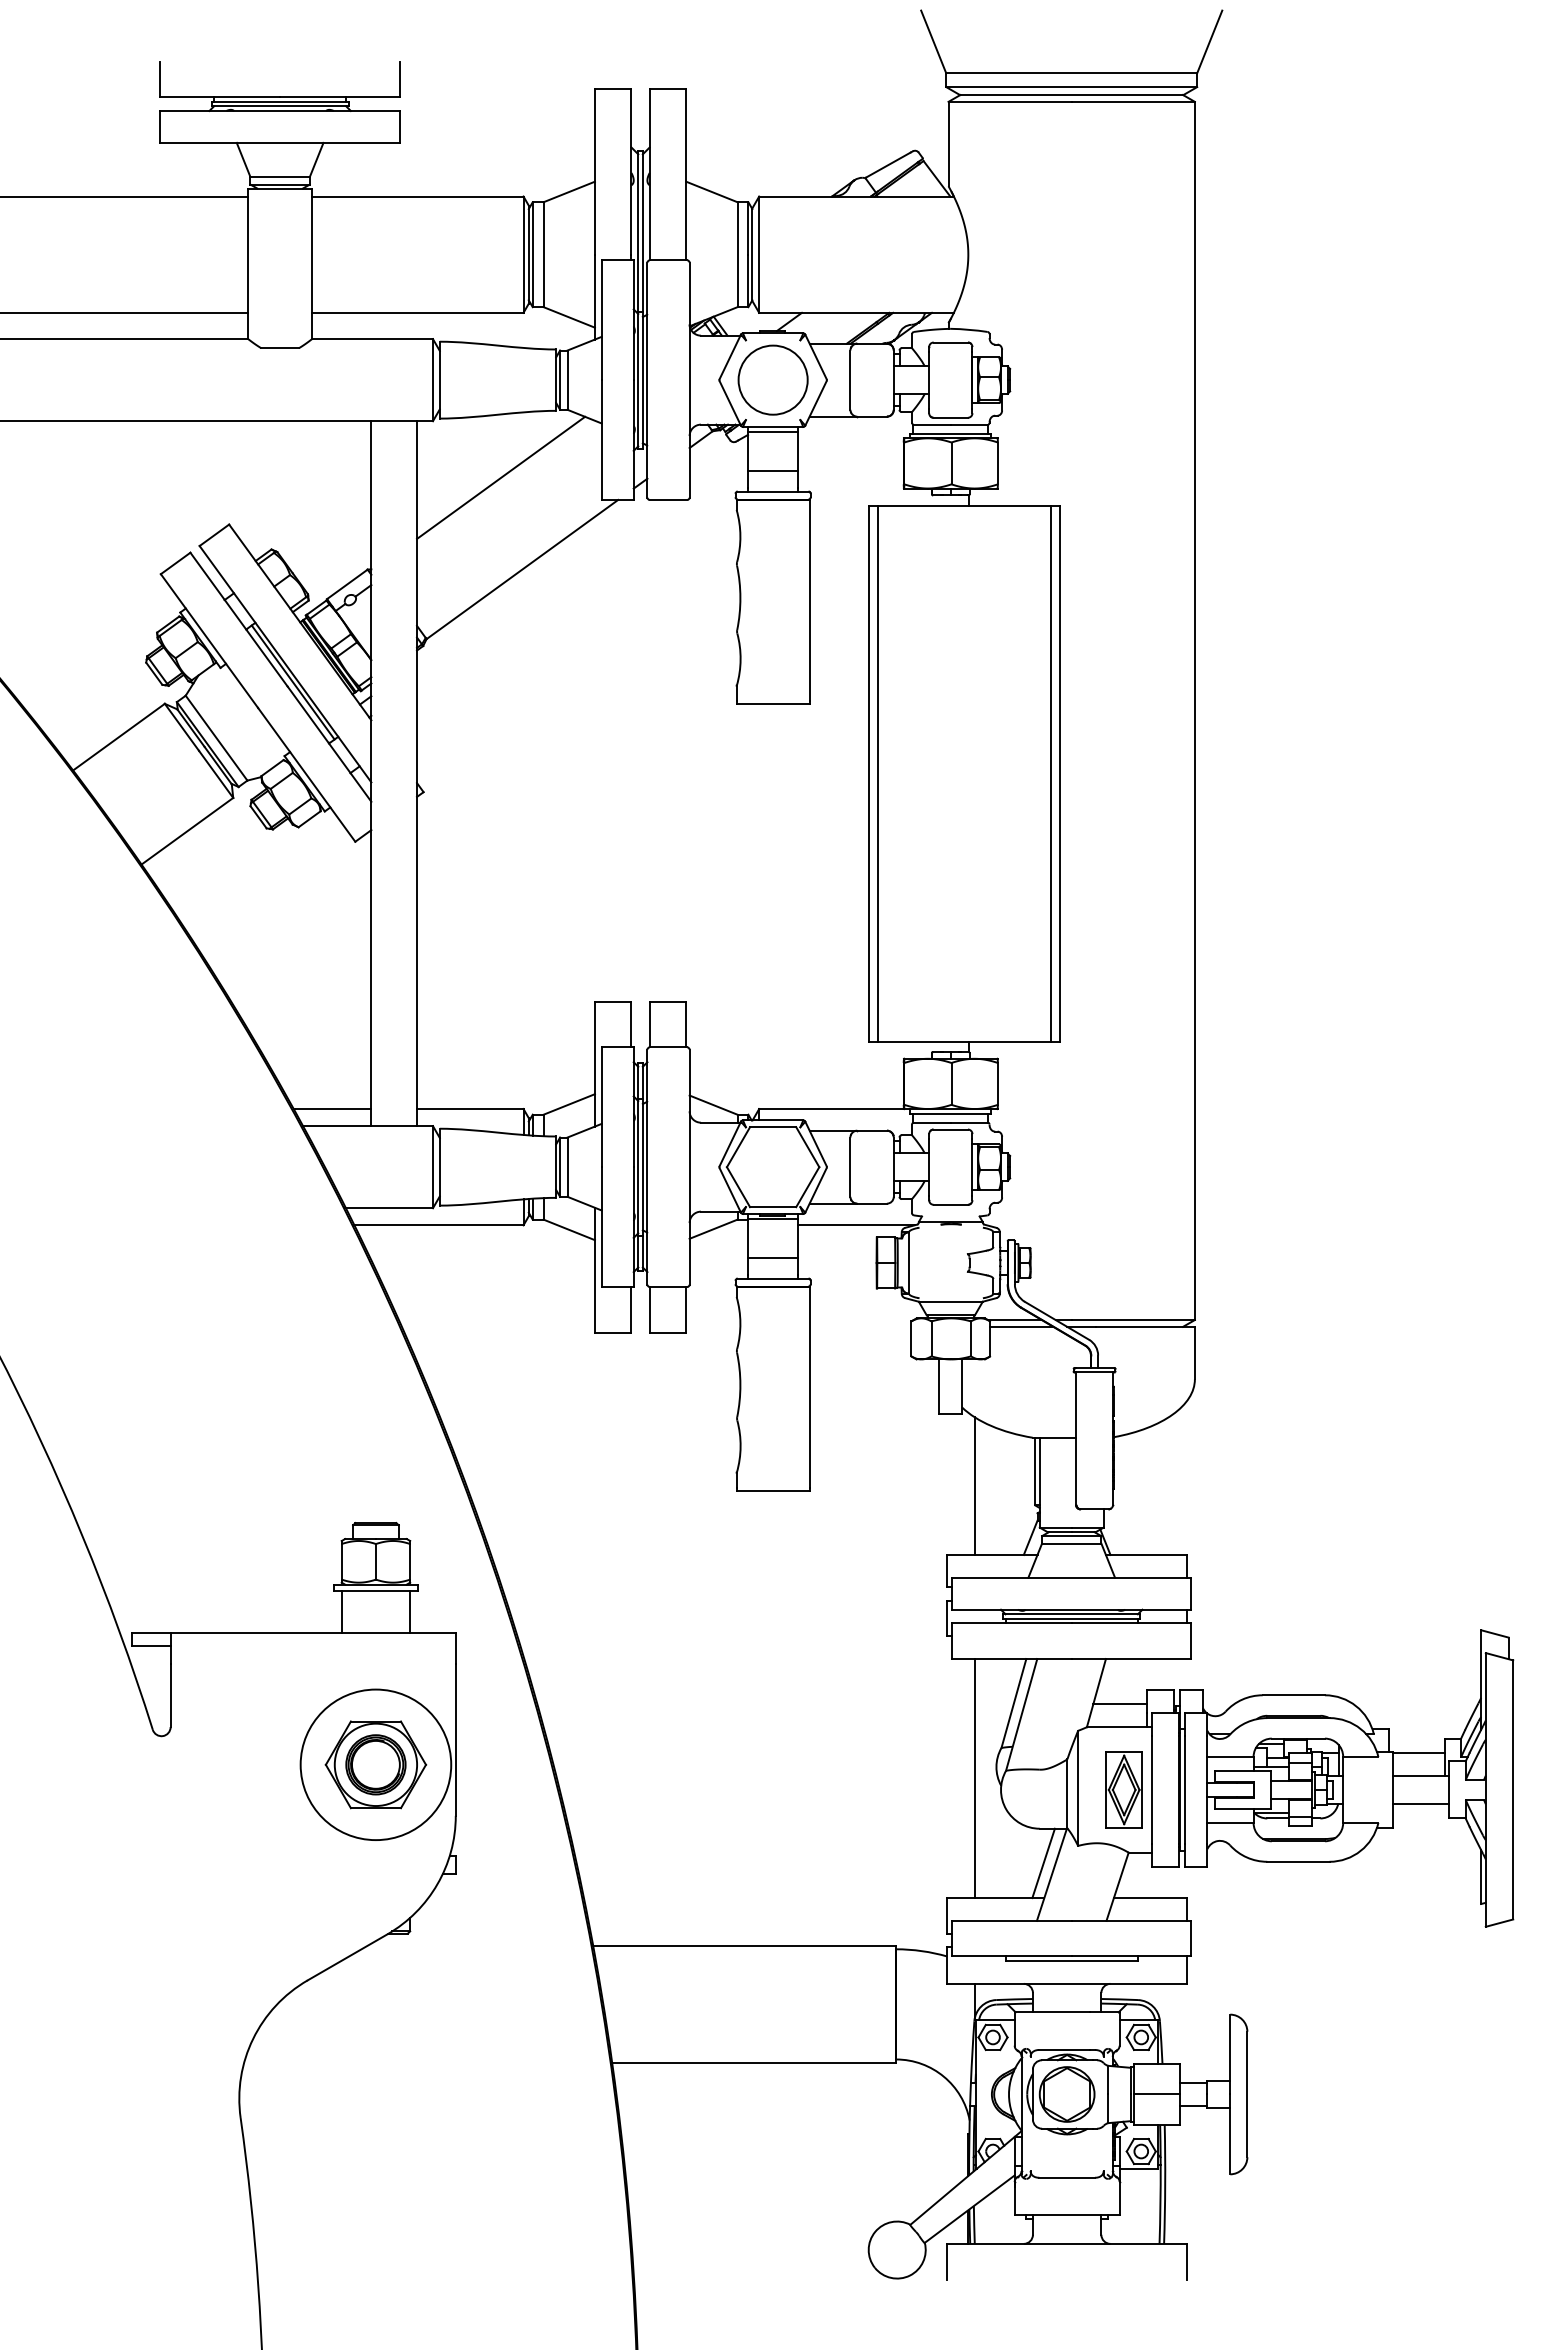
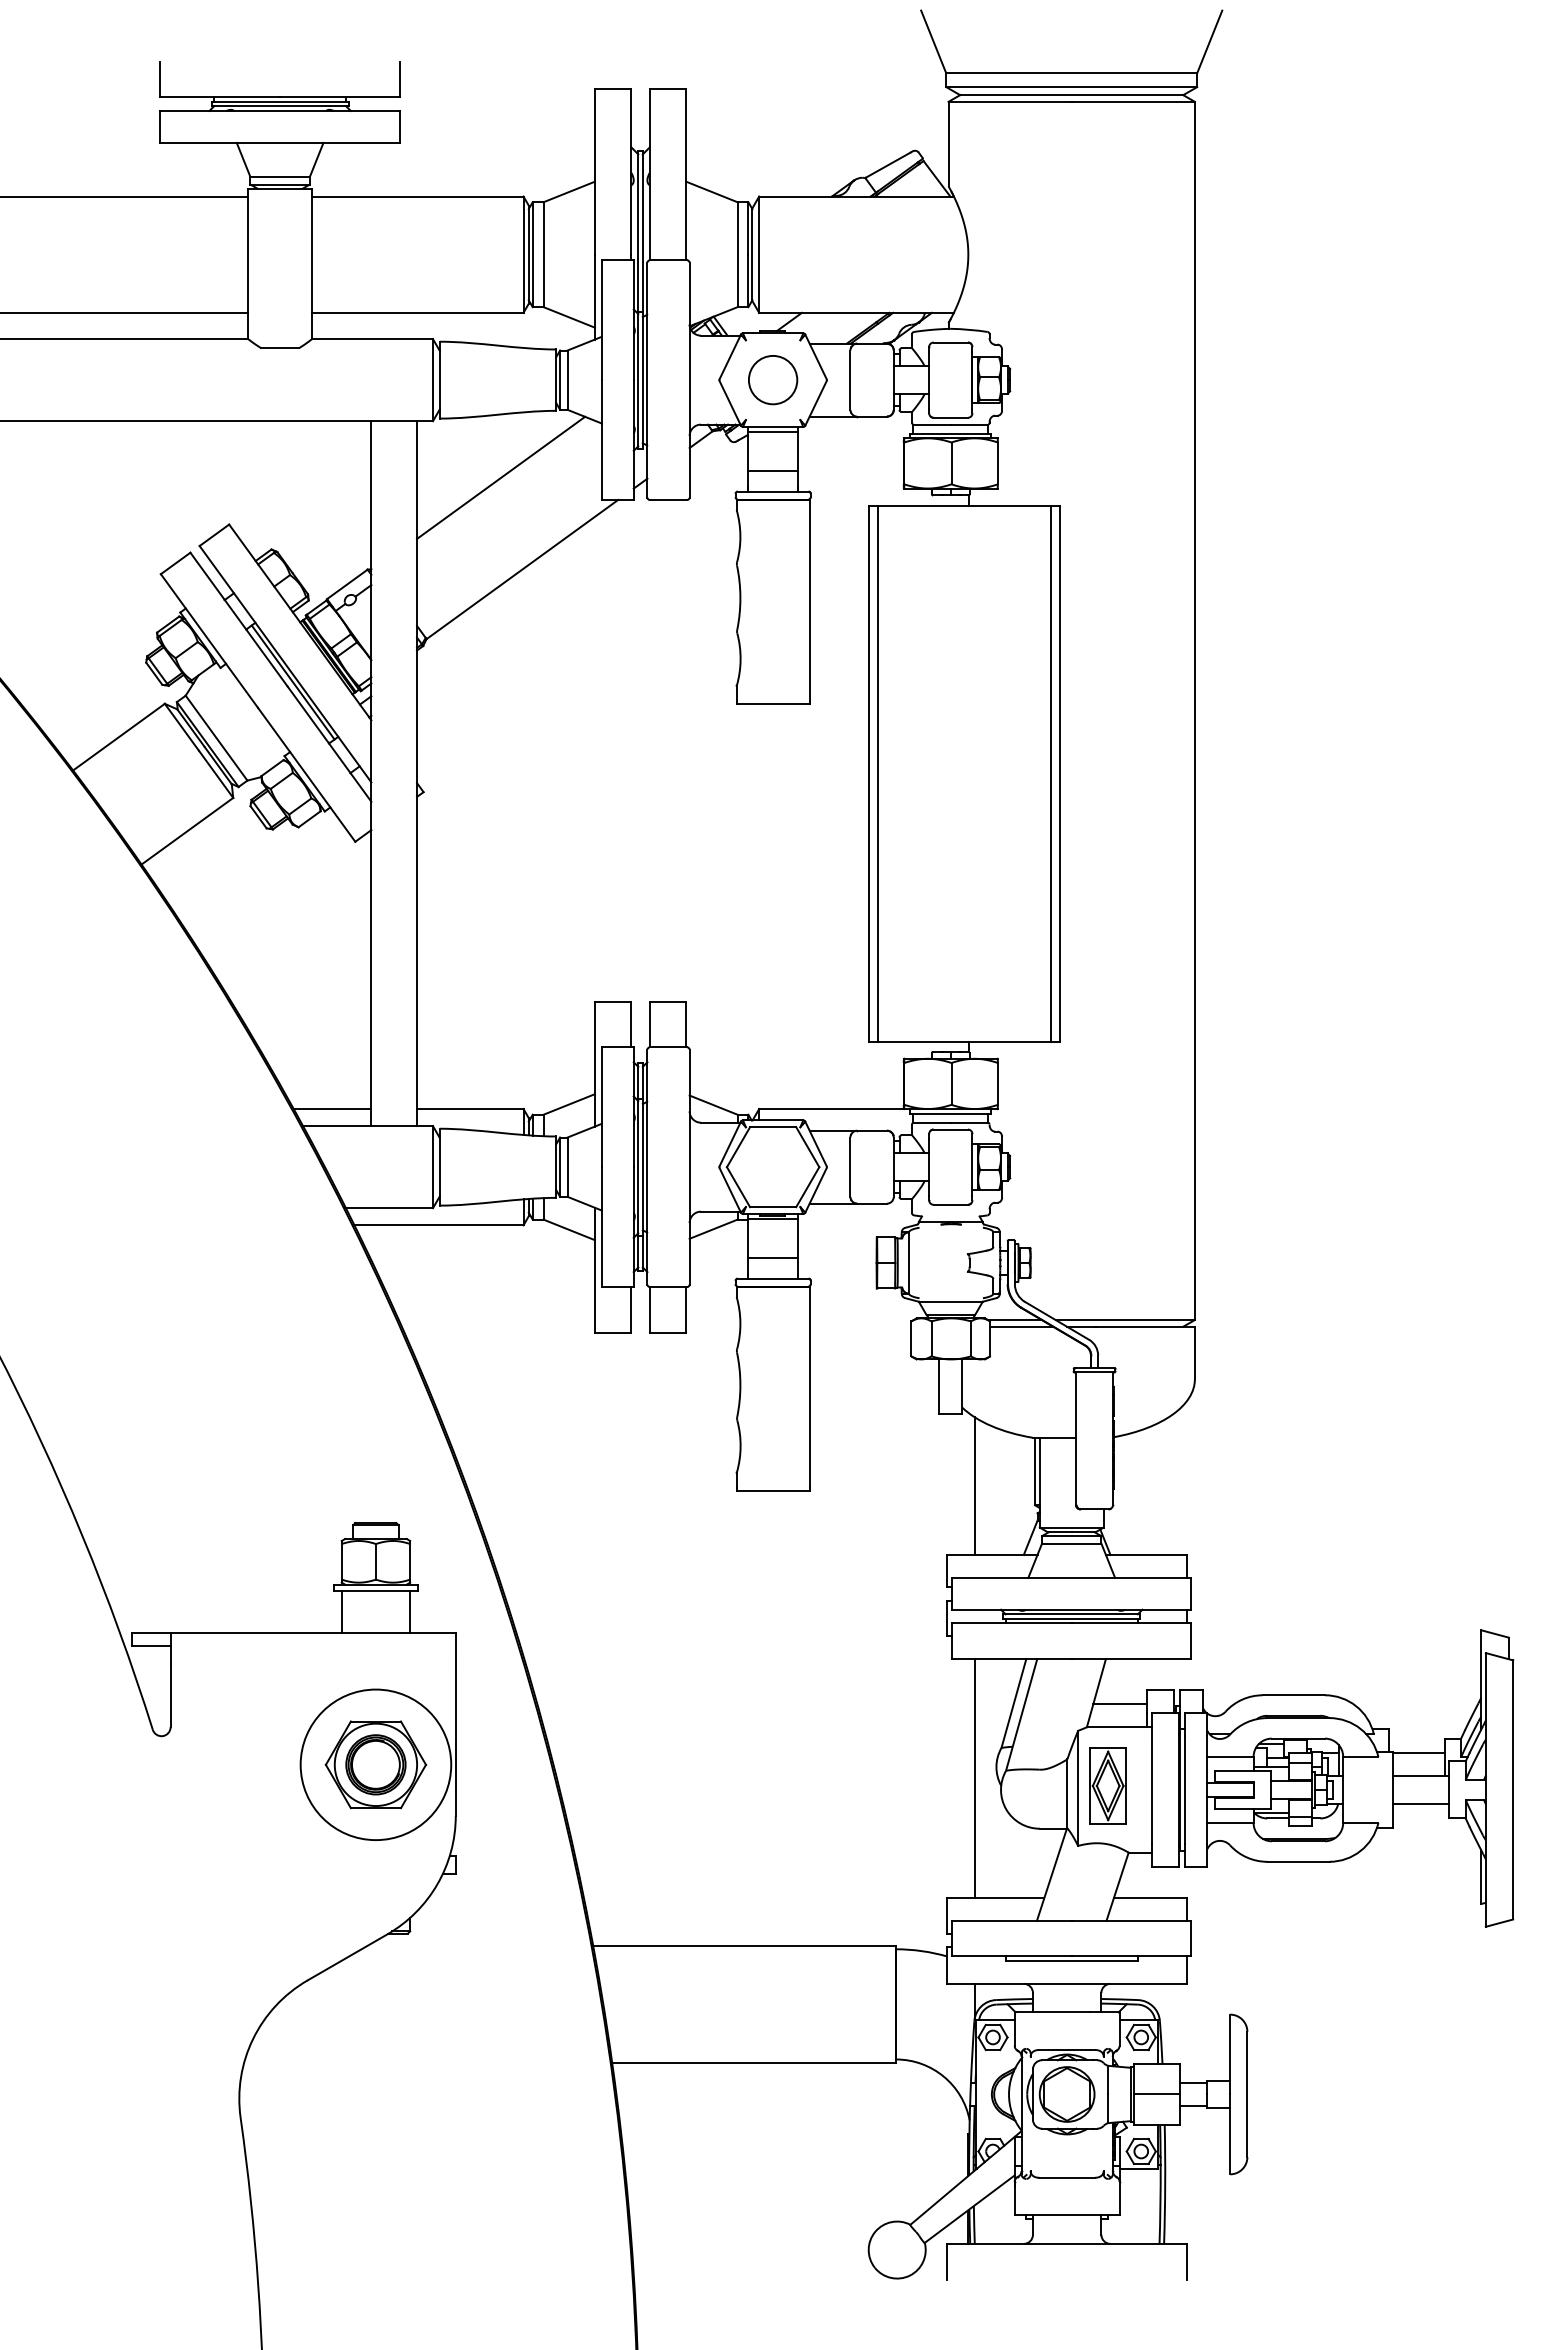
circle at (772, 379) size: 72x72 px -> 51x51 px
line at (856, 1225): present -> none
part at (1123, 1789) position: (1123, 1789) -> (1107, 1785)
line at (1043, 1863): present -> none
